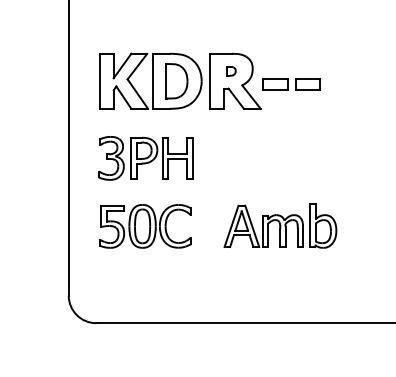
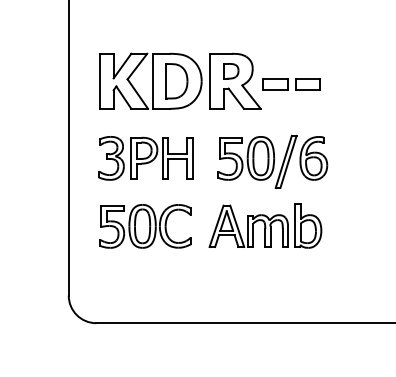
part at (231, 71) size: 11x11 px -> 17x17 px
part at (272, 161): none -> present
part at (280, 225) position: (280, 225) -> (265, 225)
